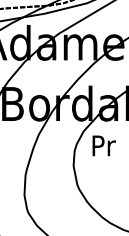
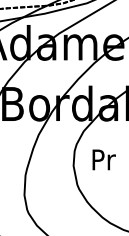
text at (103, 145) position: (103, 145) -> (103, 159)
